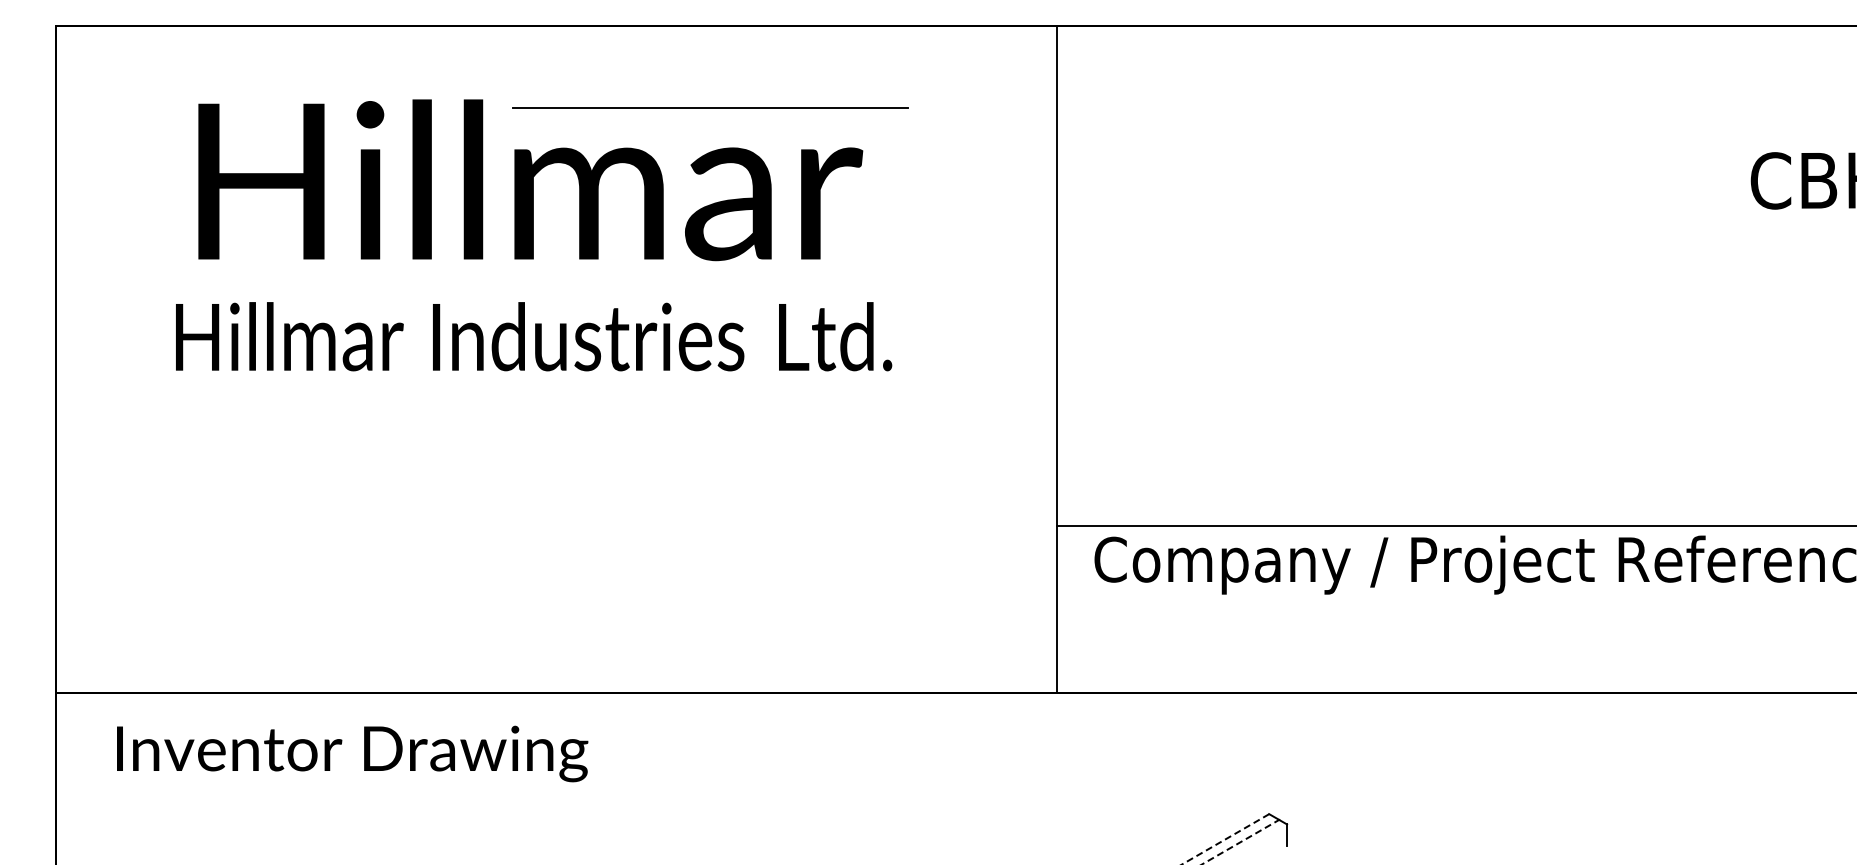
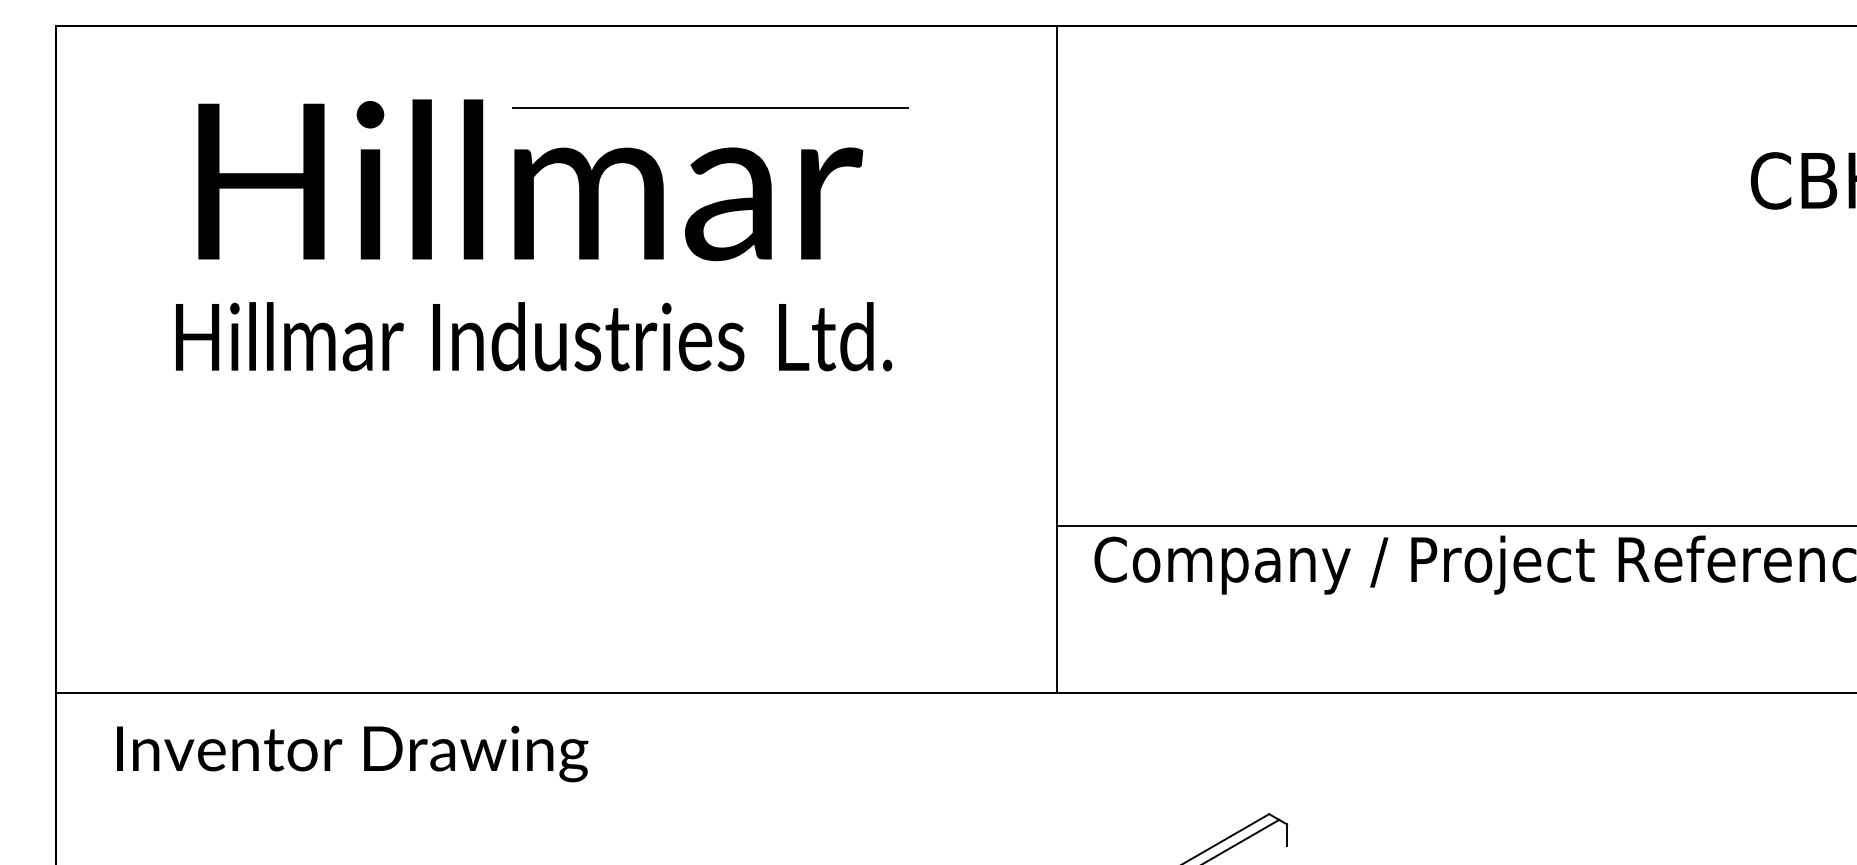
line at (1225, 839): dashed -> solid
line at (1240, 842): dashed -> solid
